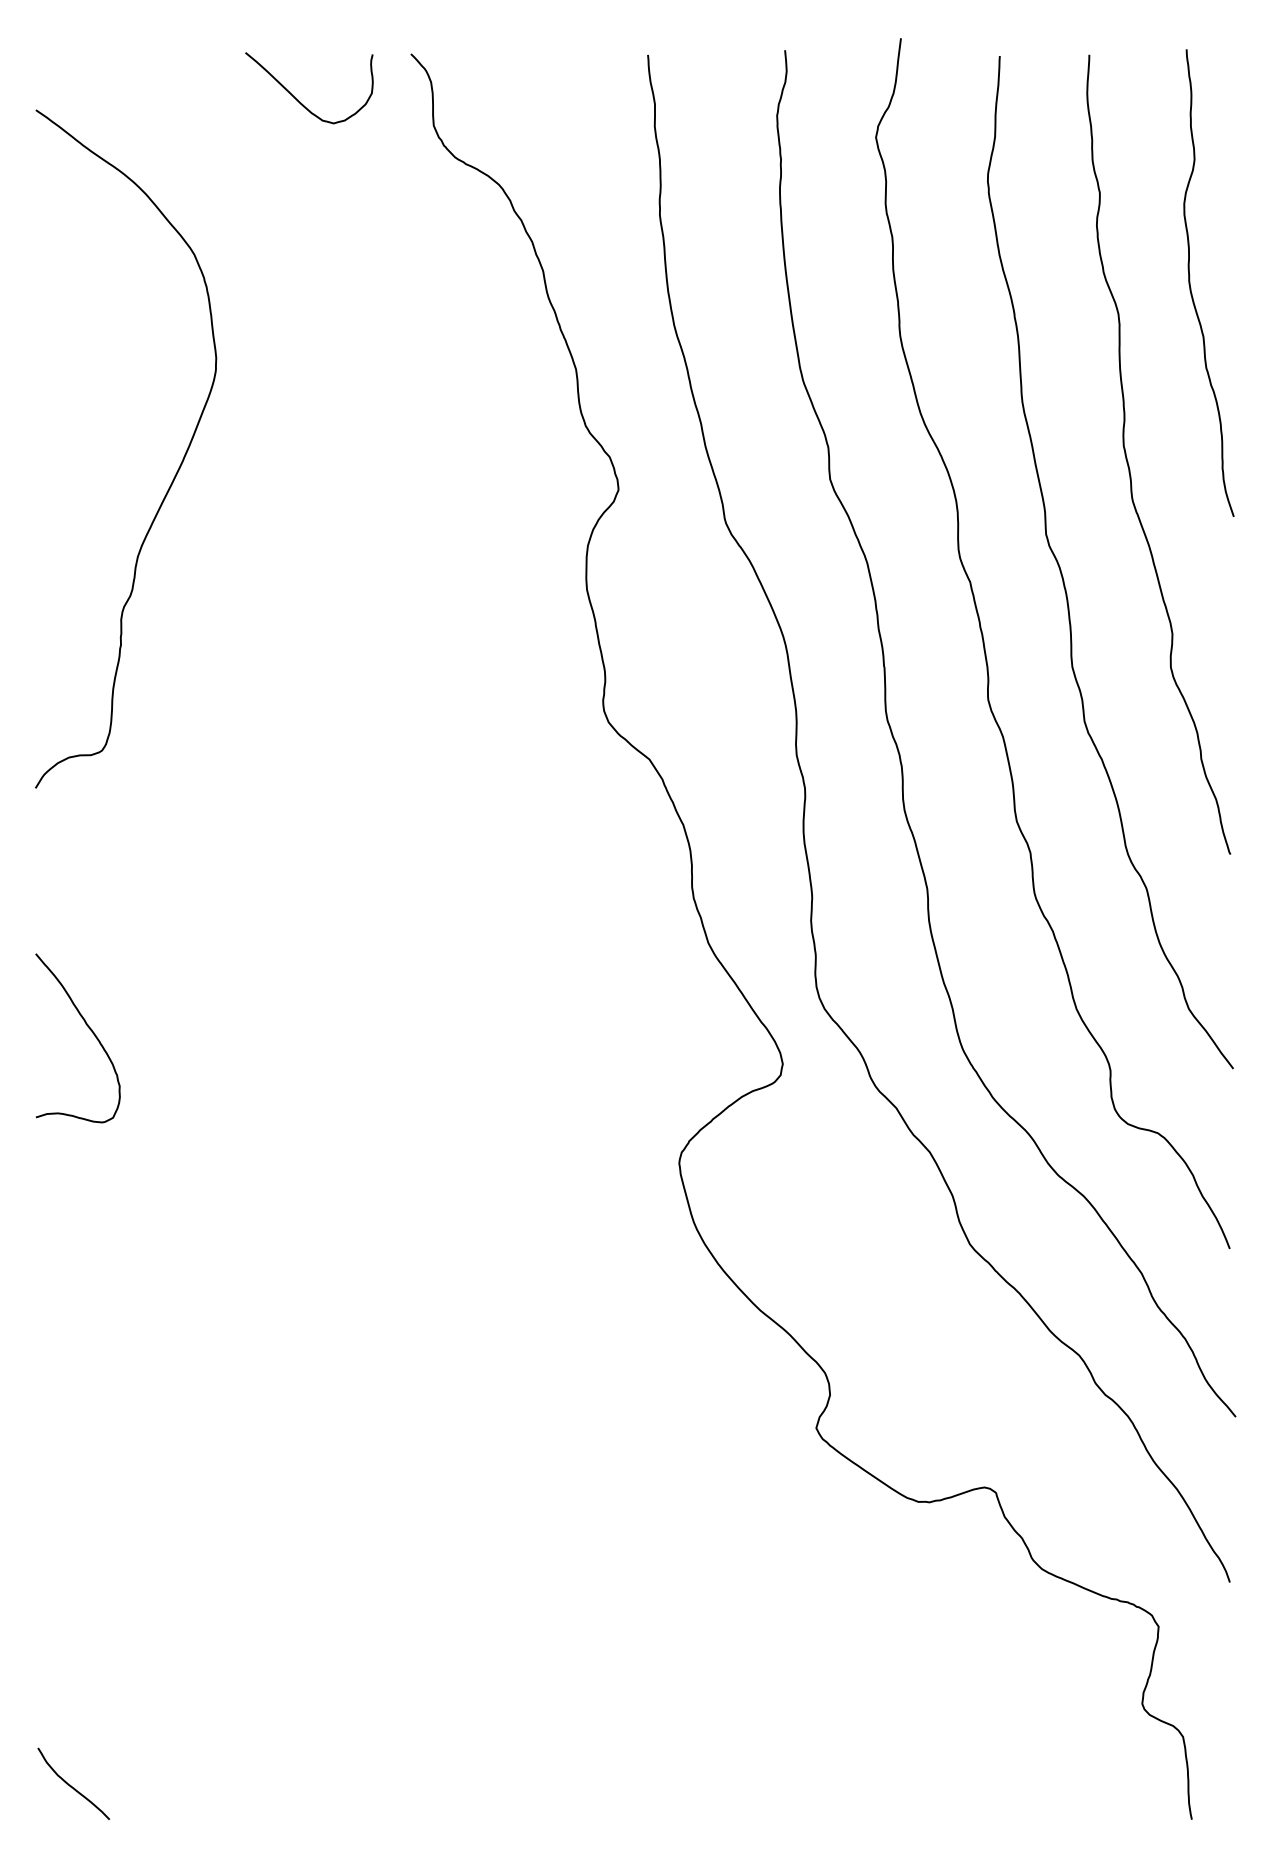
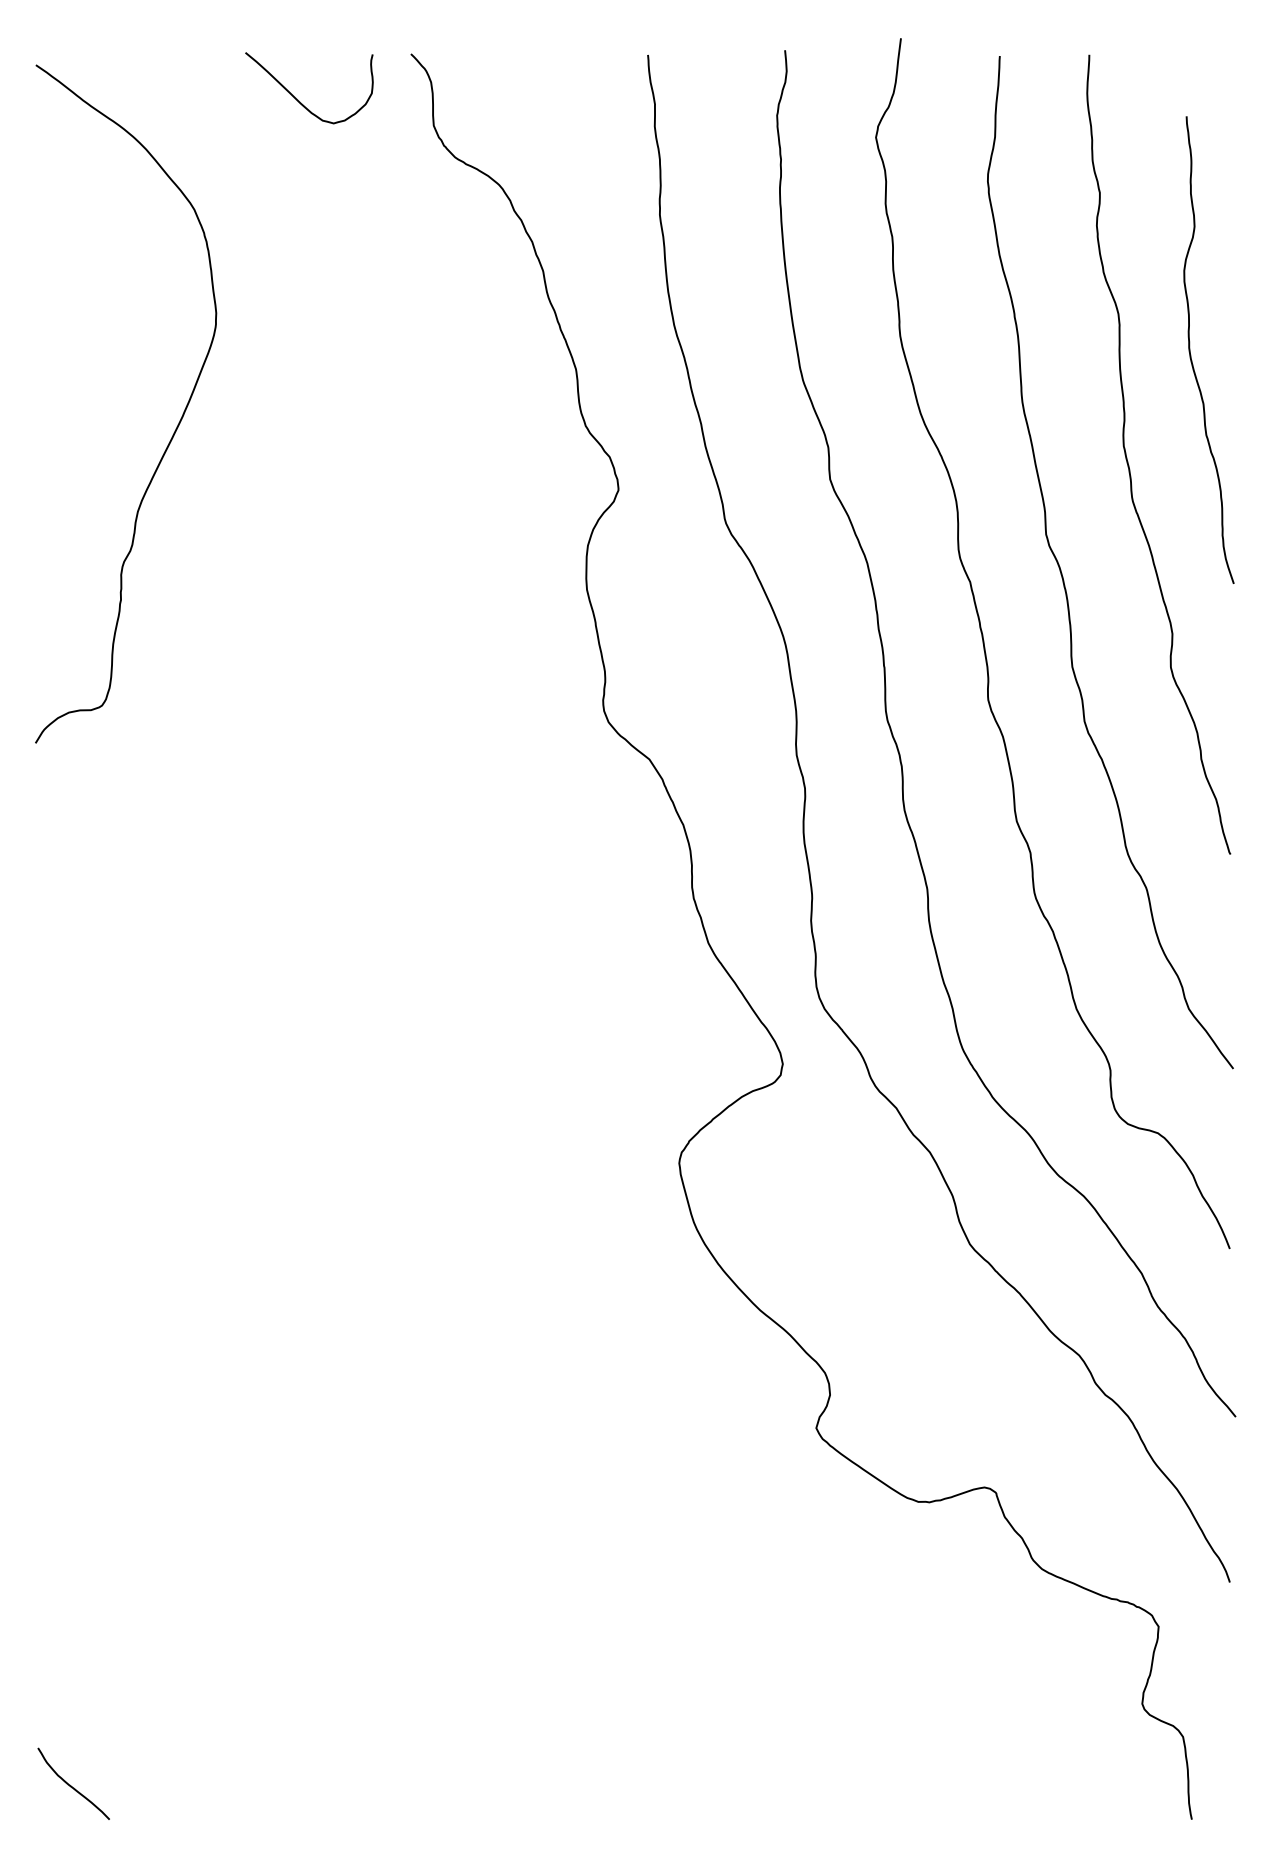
curve at (1191, 287) position: (1191, 287) -> (1191, 354)
curve at (175, 473) position: (175, 473) -> (175, 428)
curve at (88, 1028): present -> none
